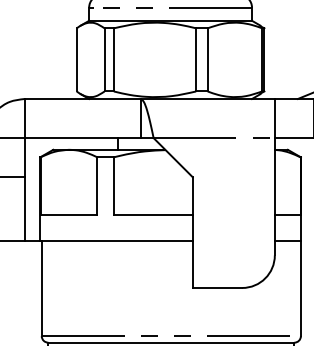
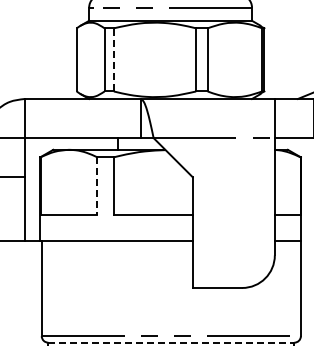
line at (113, 59): solid -> dashed
line at (97, 186): solid -> dashed
line at (171, 342): solid -> dashed
